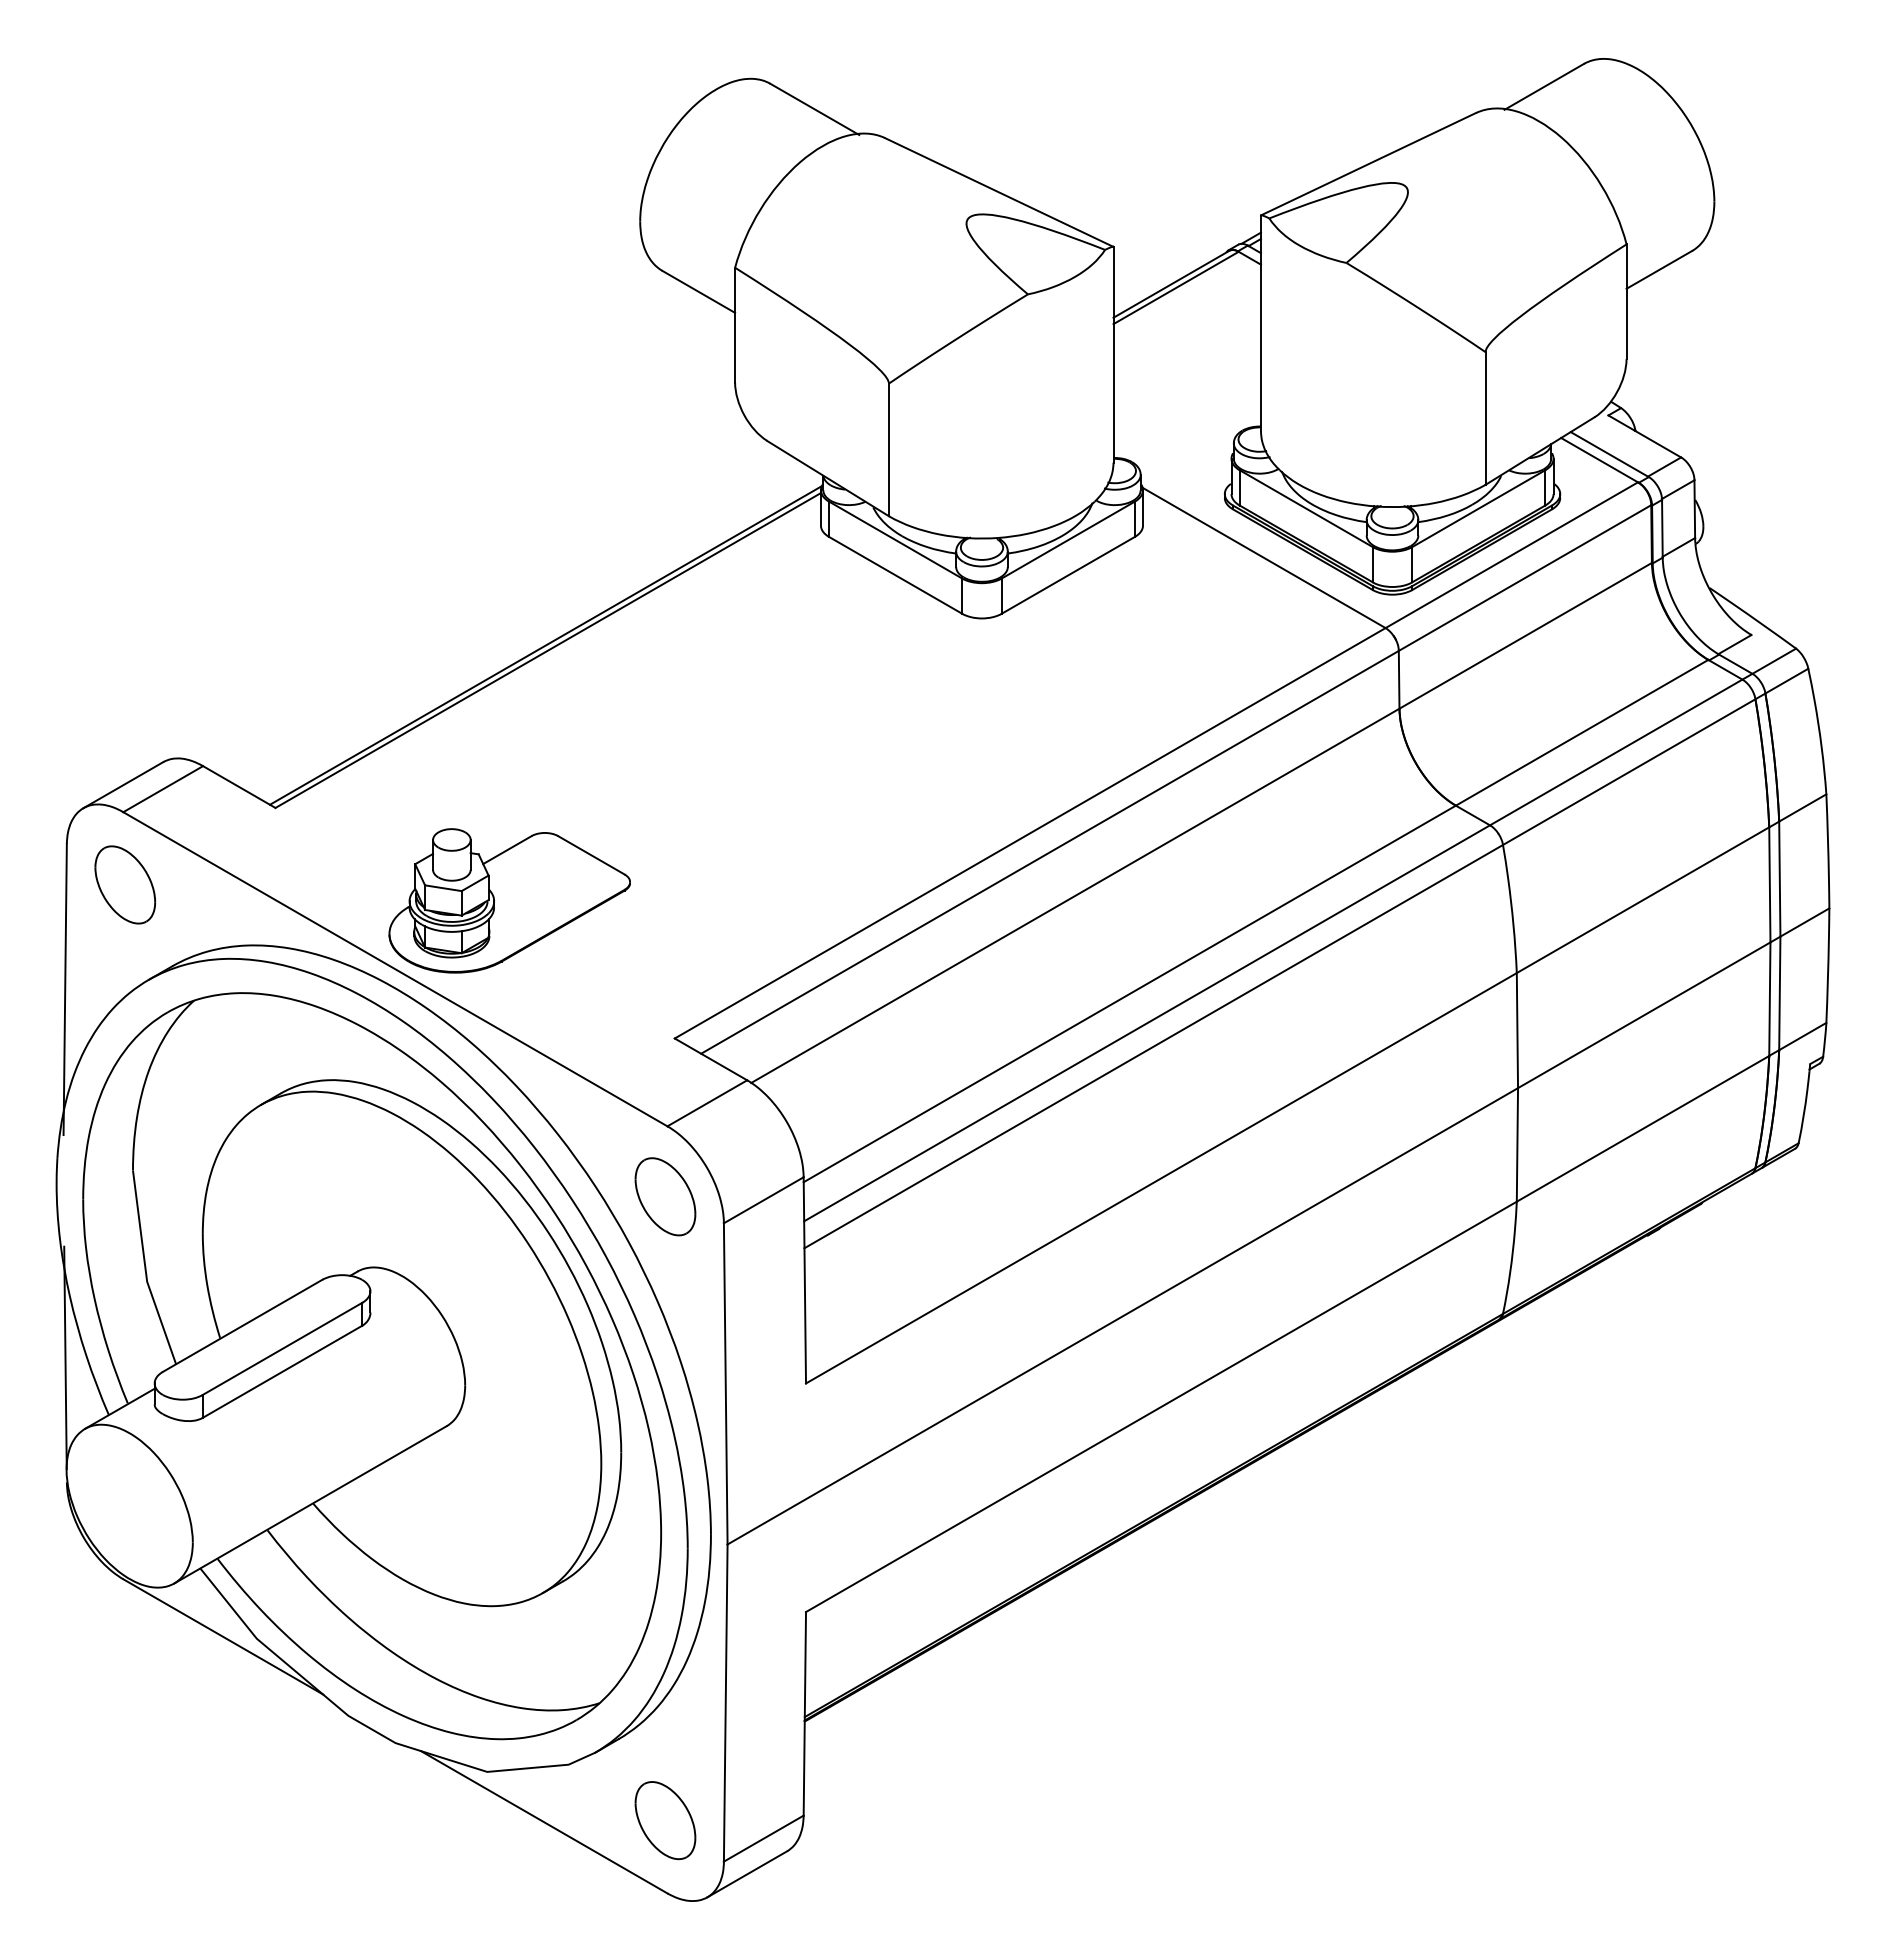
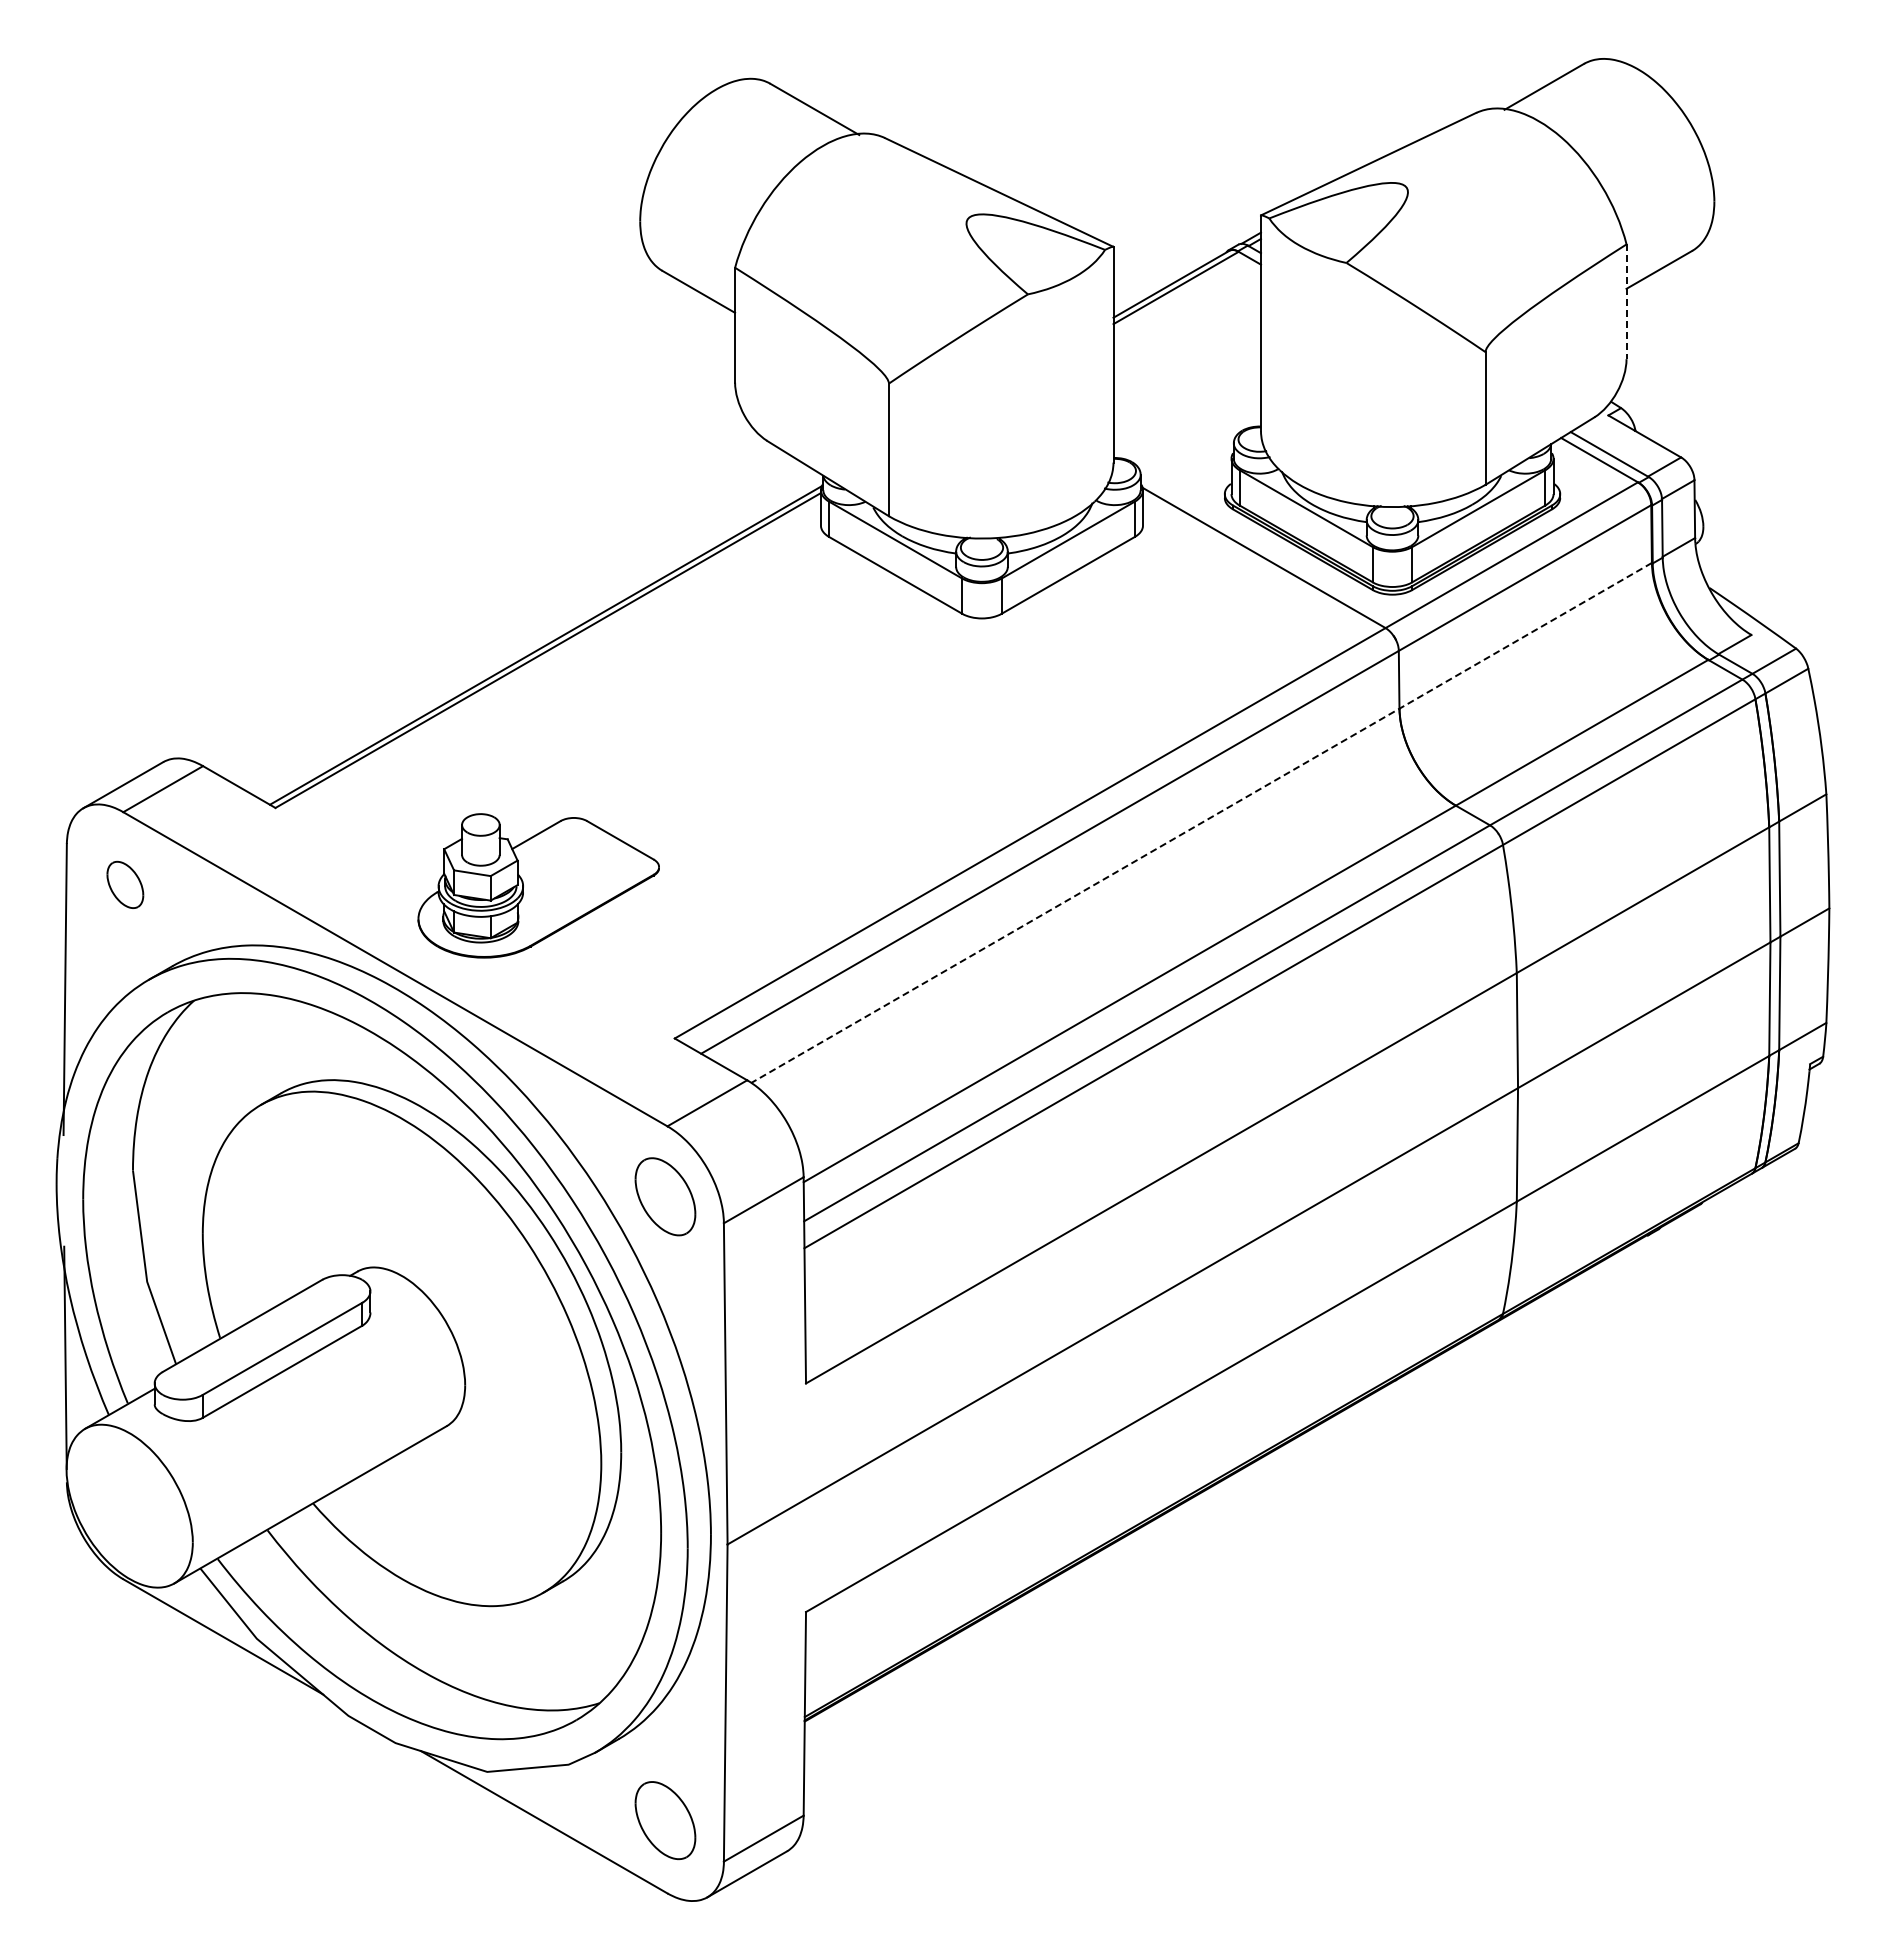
line at (1626, 302): solid -> dashed
line at (1201, 823): solid -> dashed
part at (125, 884) size: 63x80 px -> 39x49 px
part at (509, 900) position: (509, 900) -> (538, 885)
